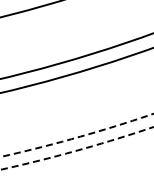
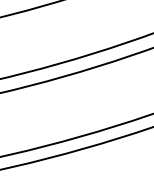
circle at (76, 134): dashed -> solid
circle at (76, 147): dashed -> solid
